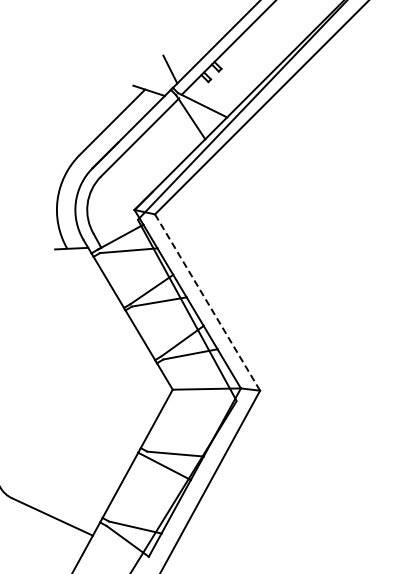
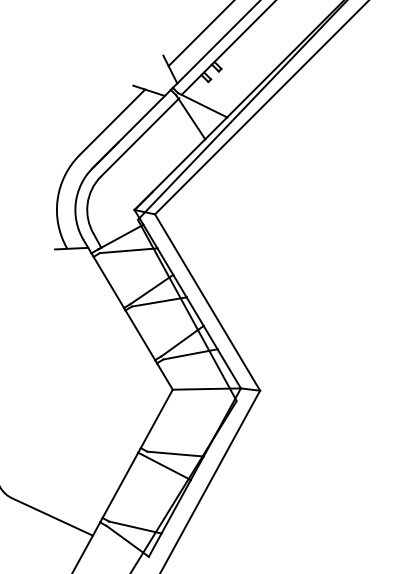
line at (200, 34): none -> present
line at (207, 302): dashed -> solid
